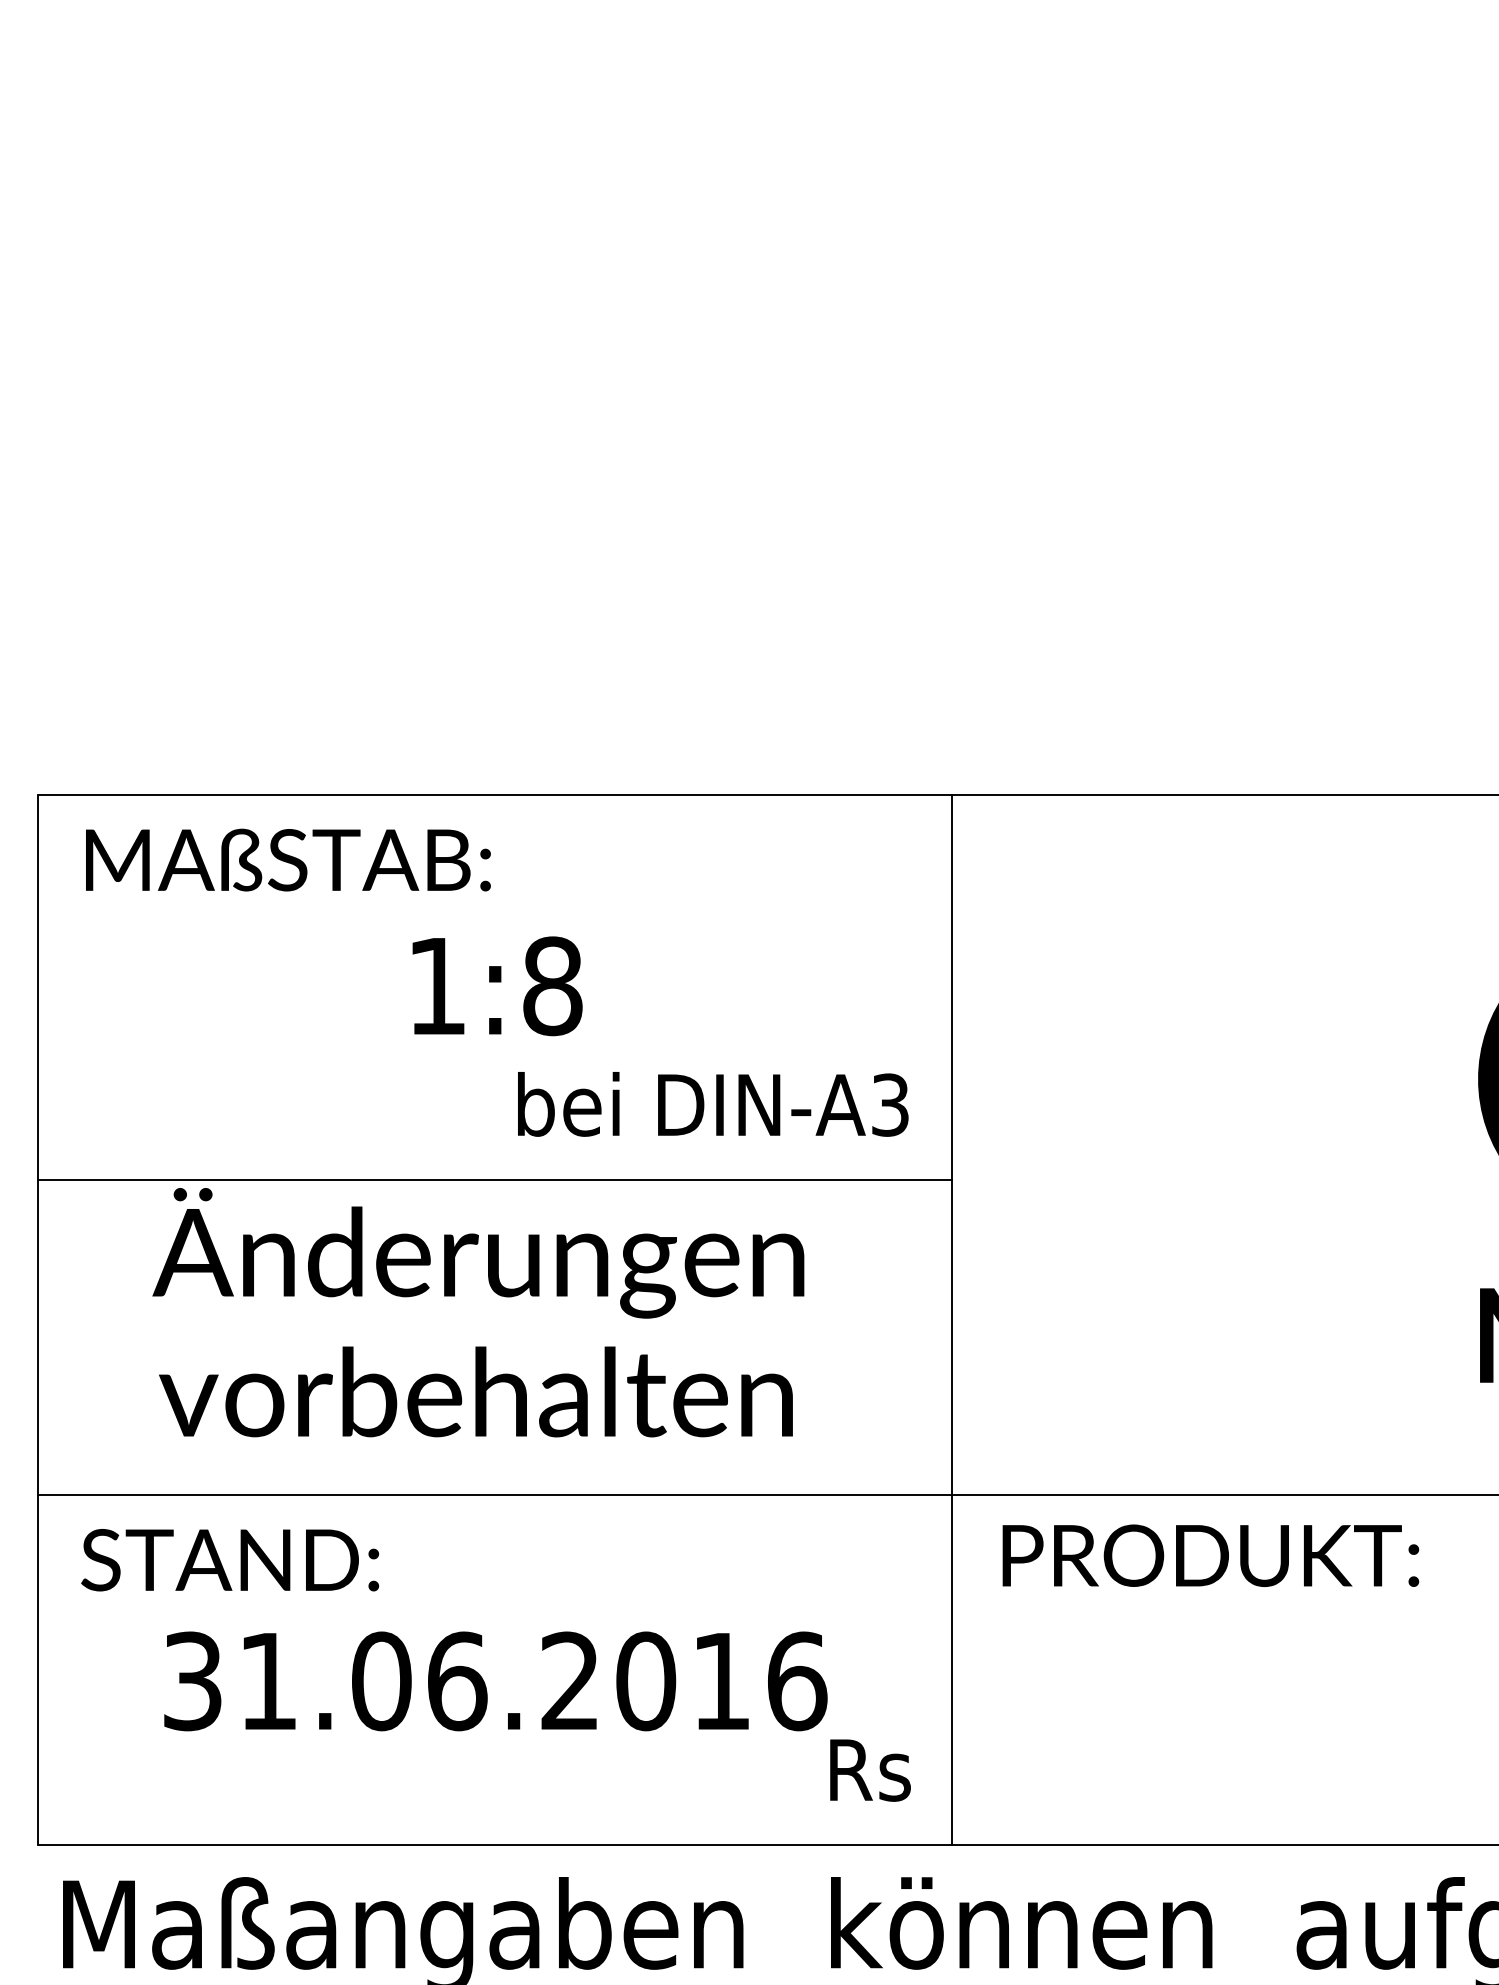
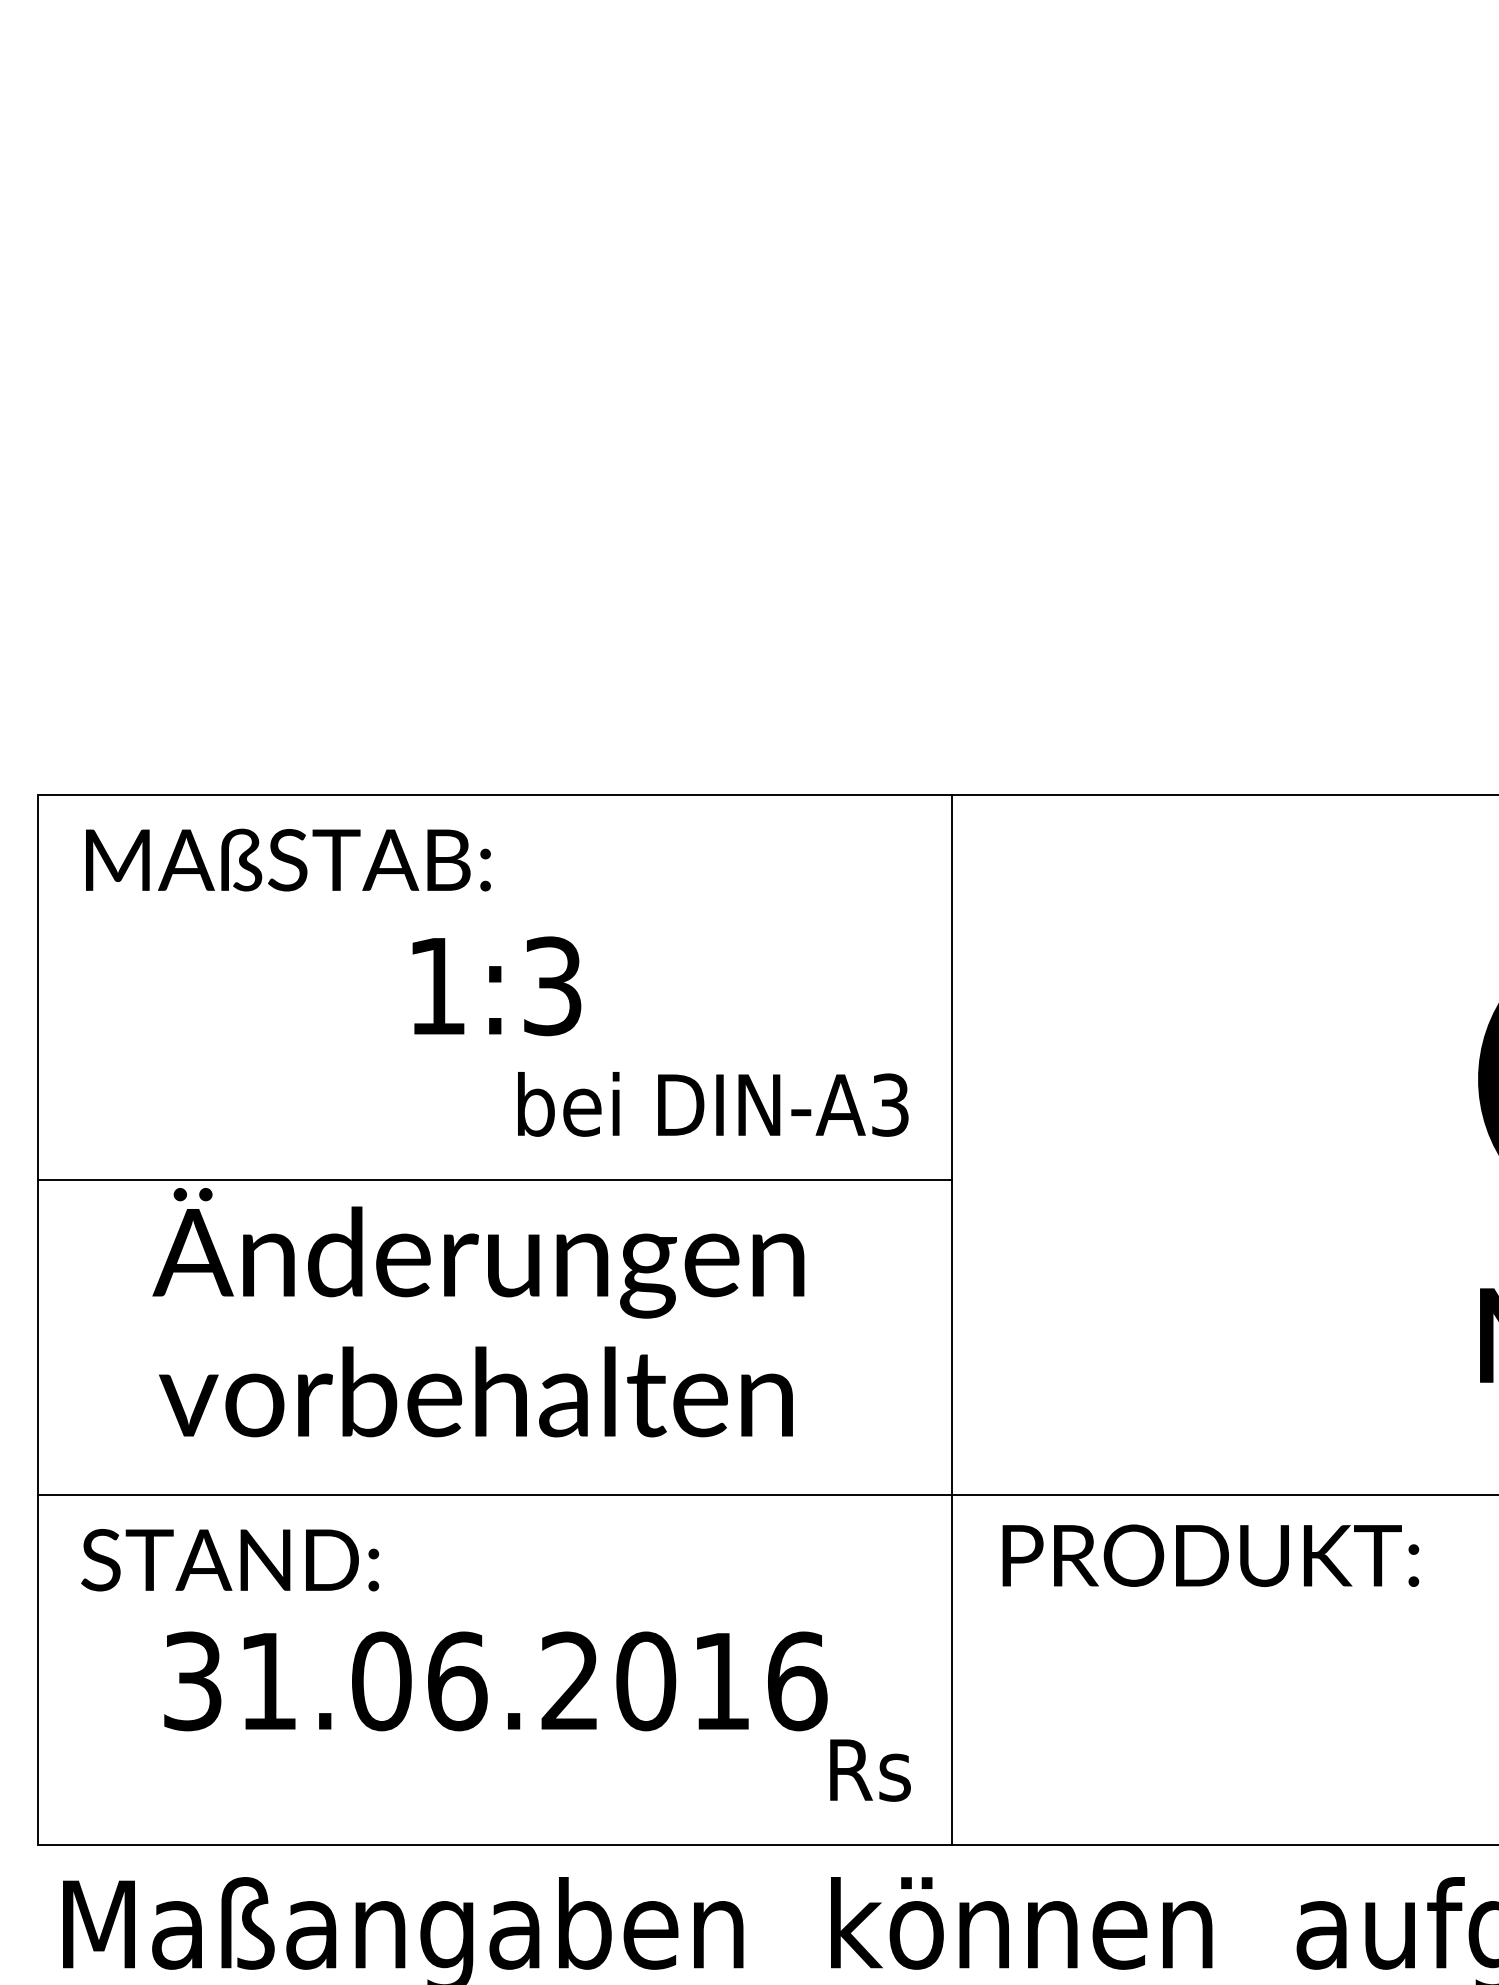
text at (552, 986): 1:8 -> 1:3
